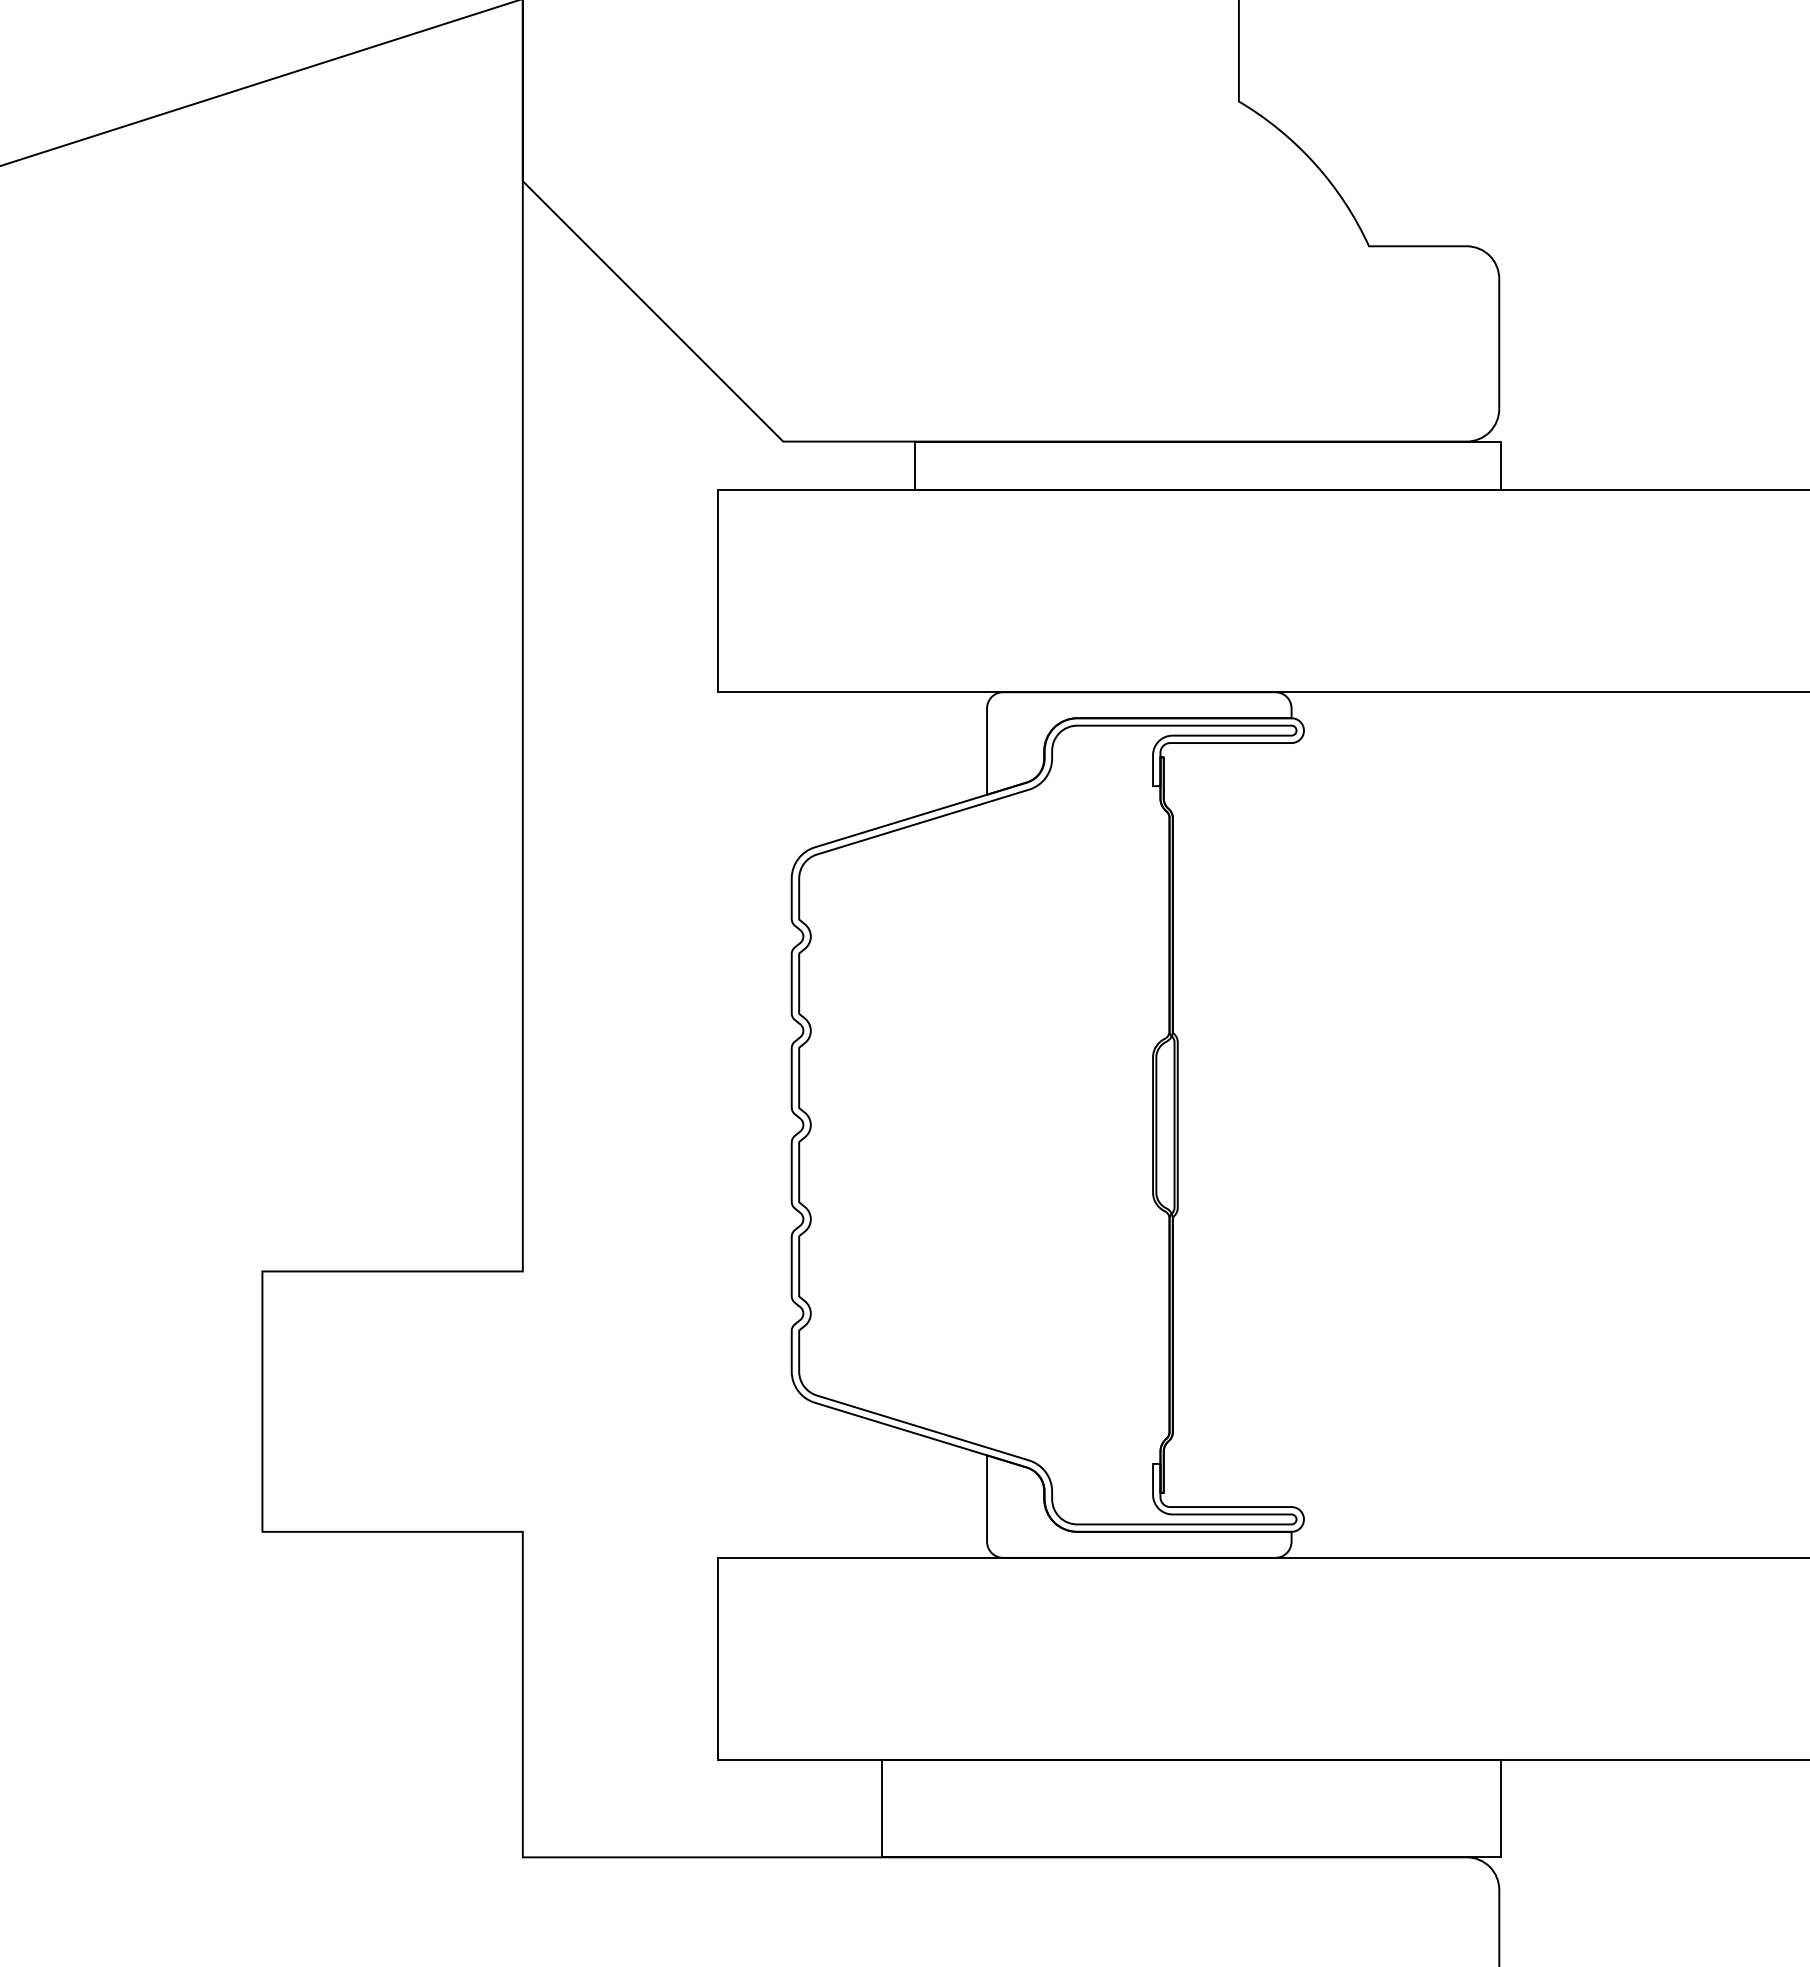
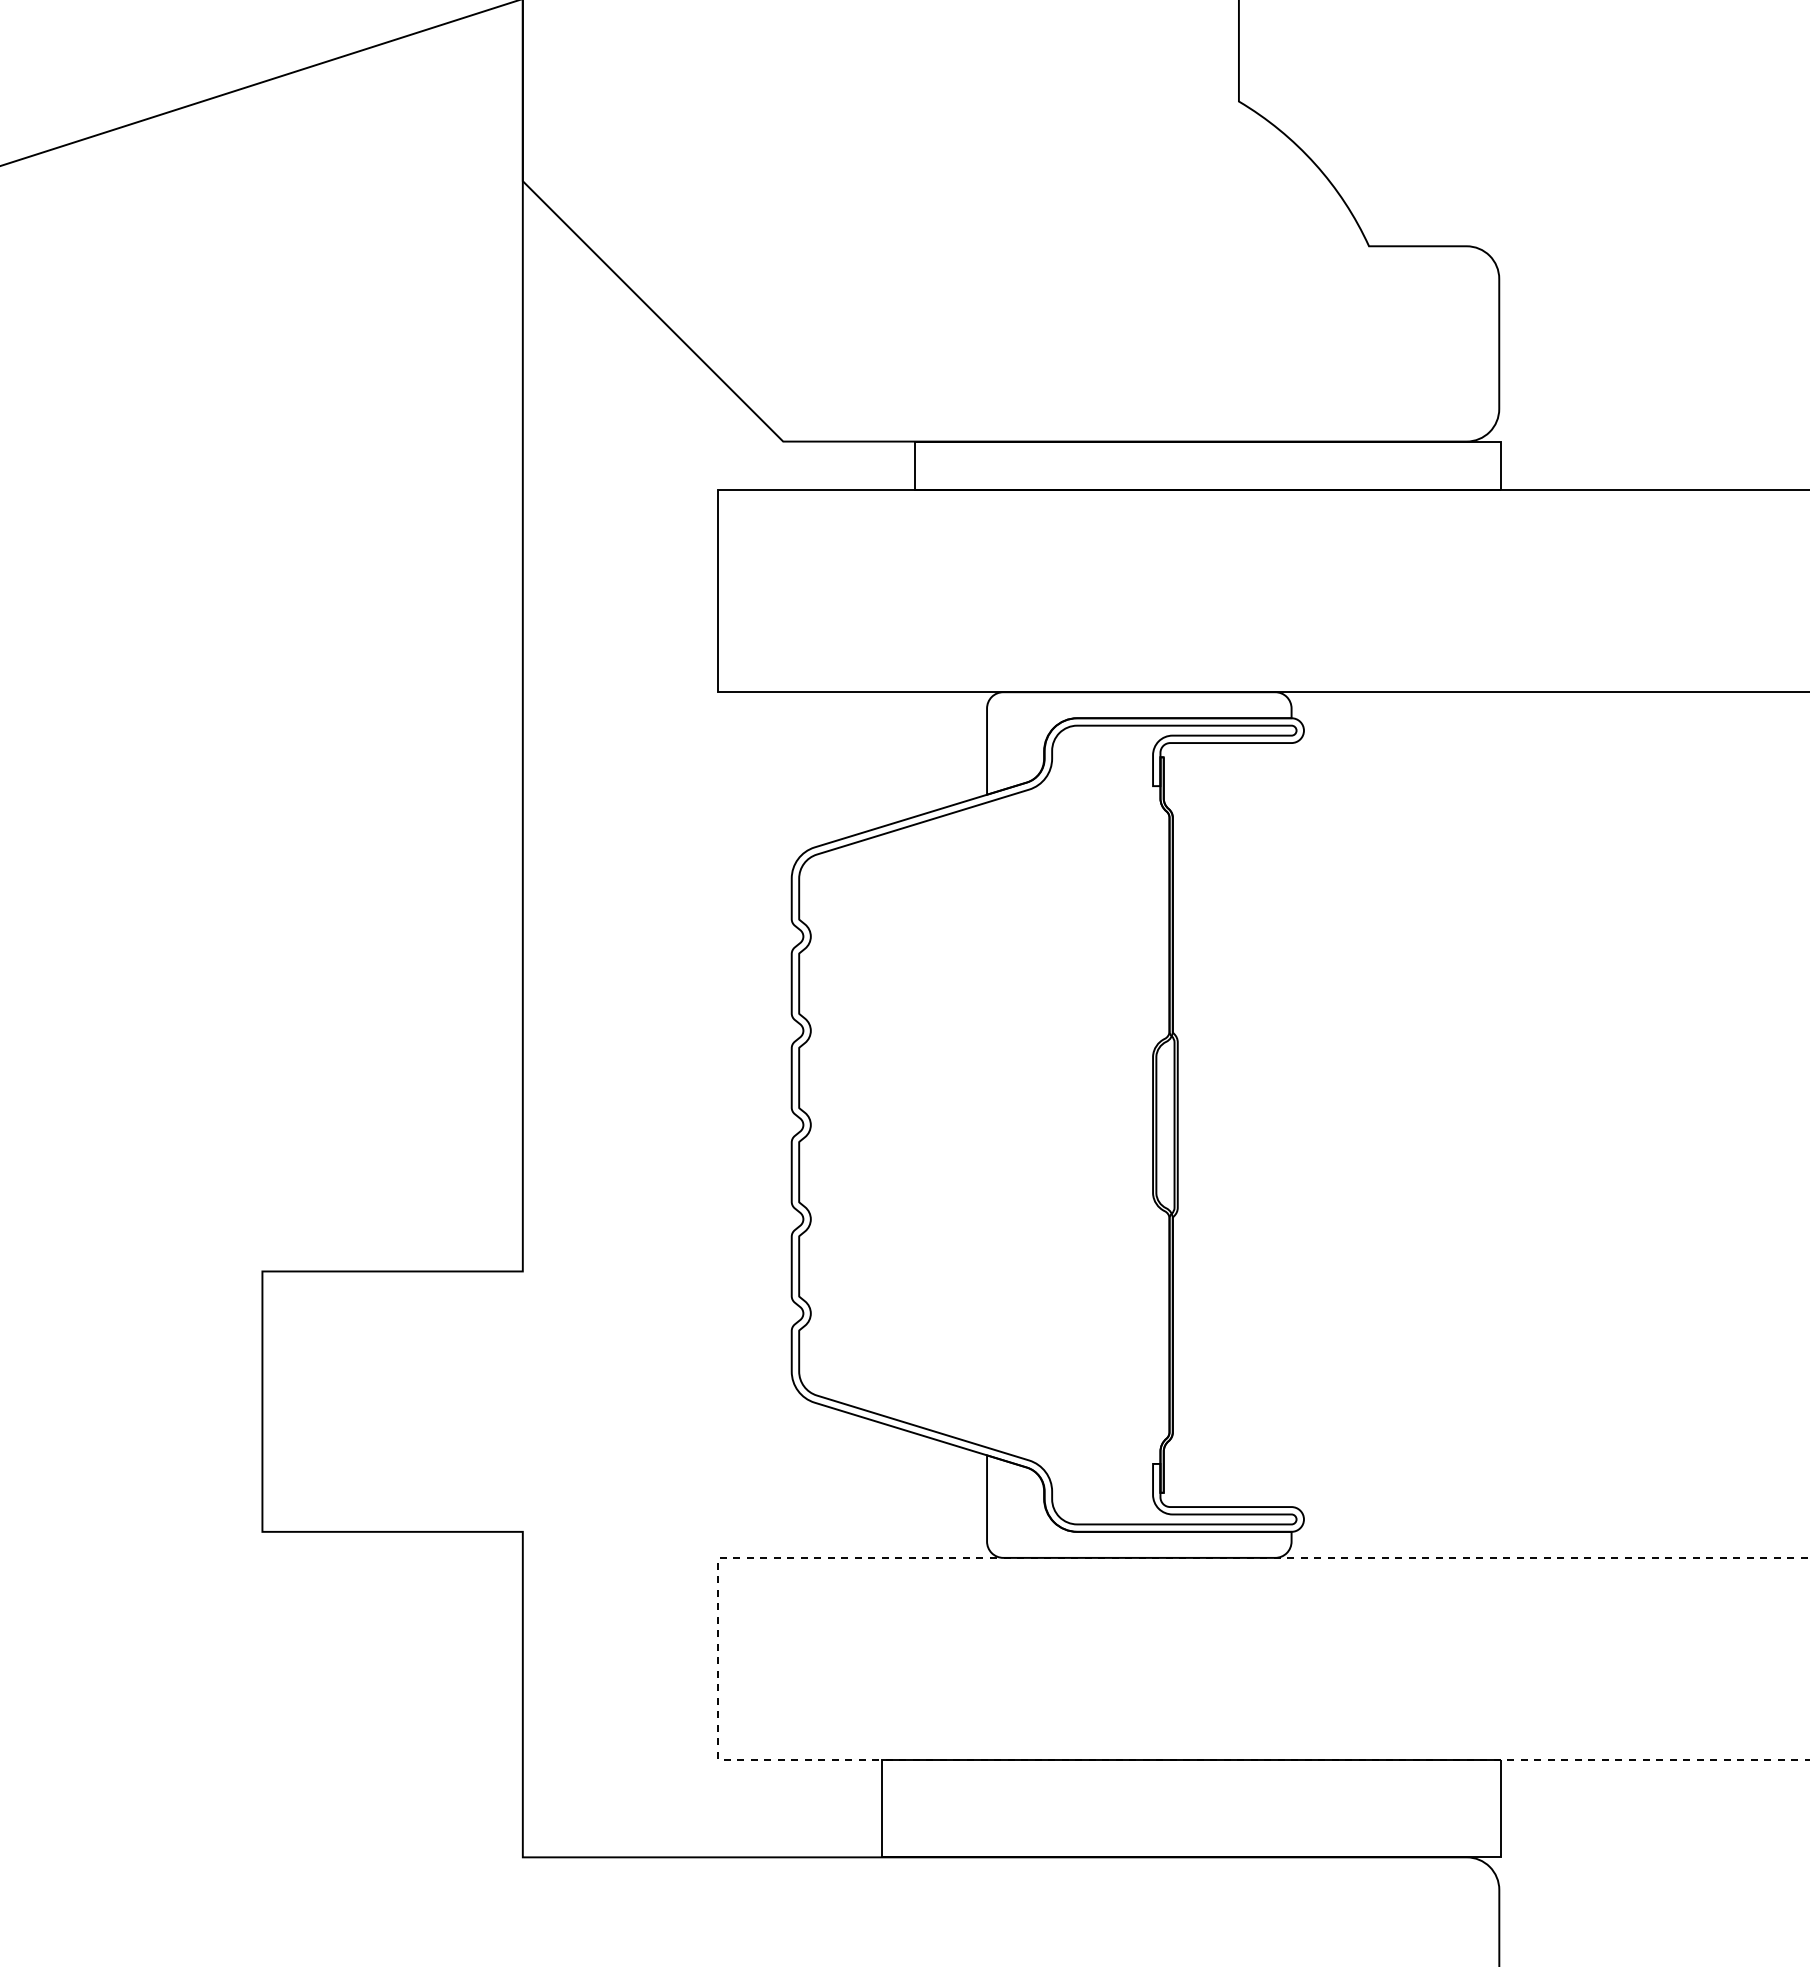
line at (718, 1658): solid -> dashed
